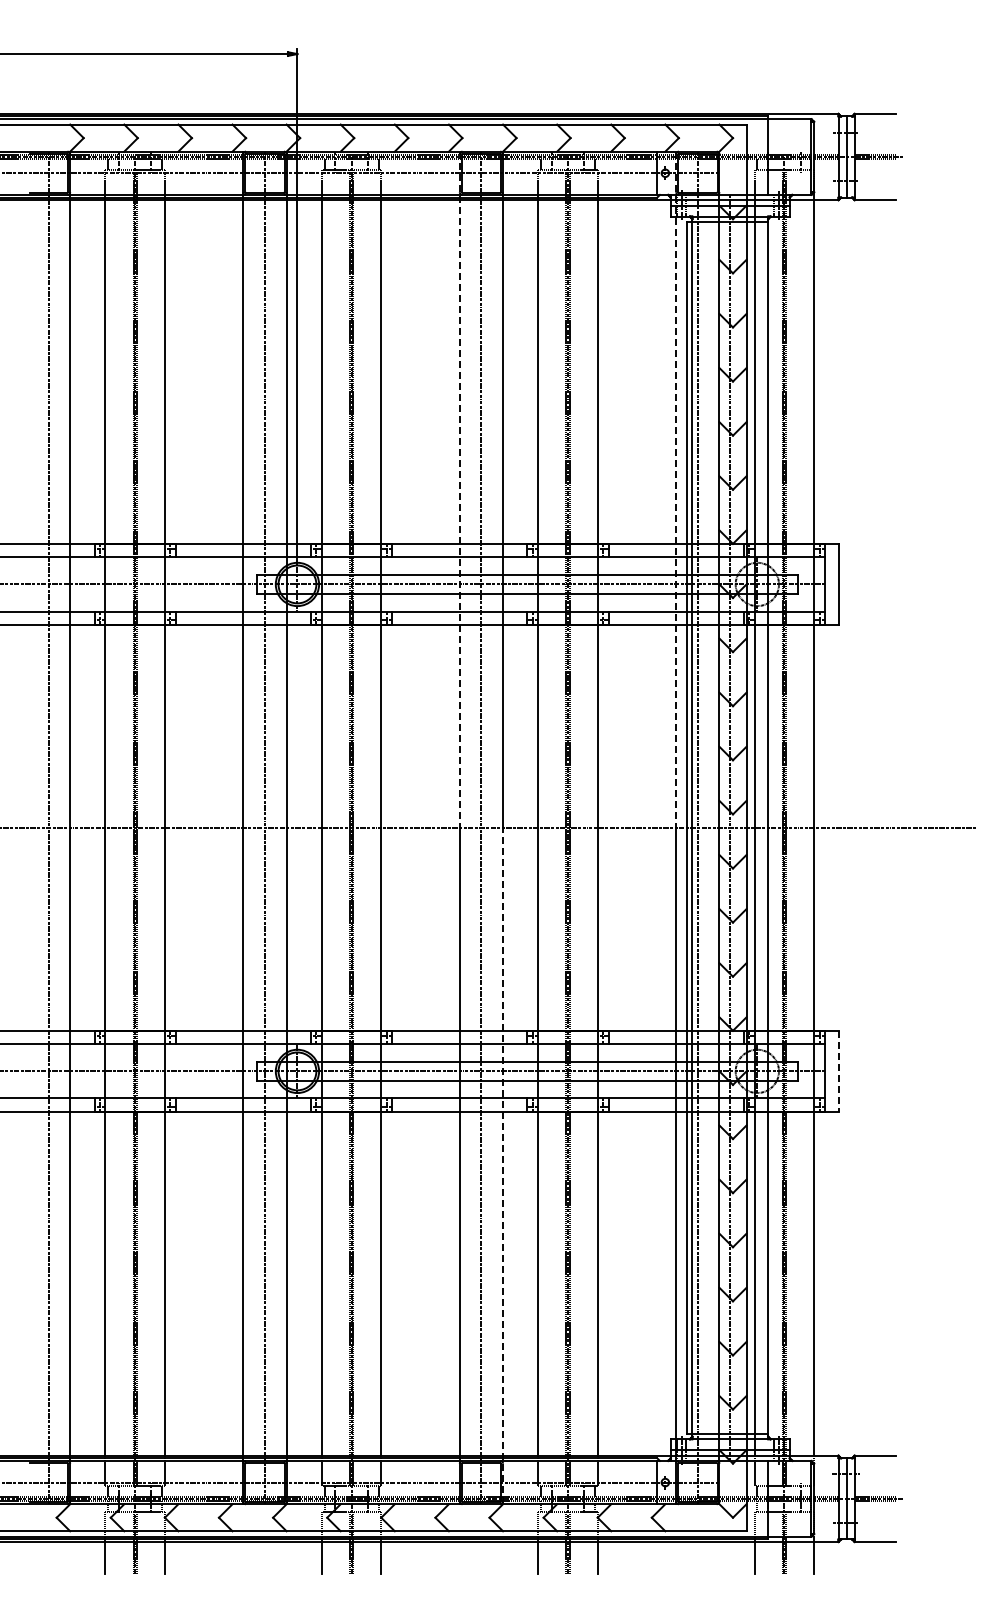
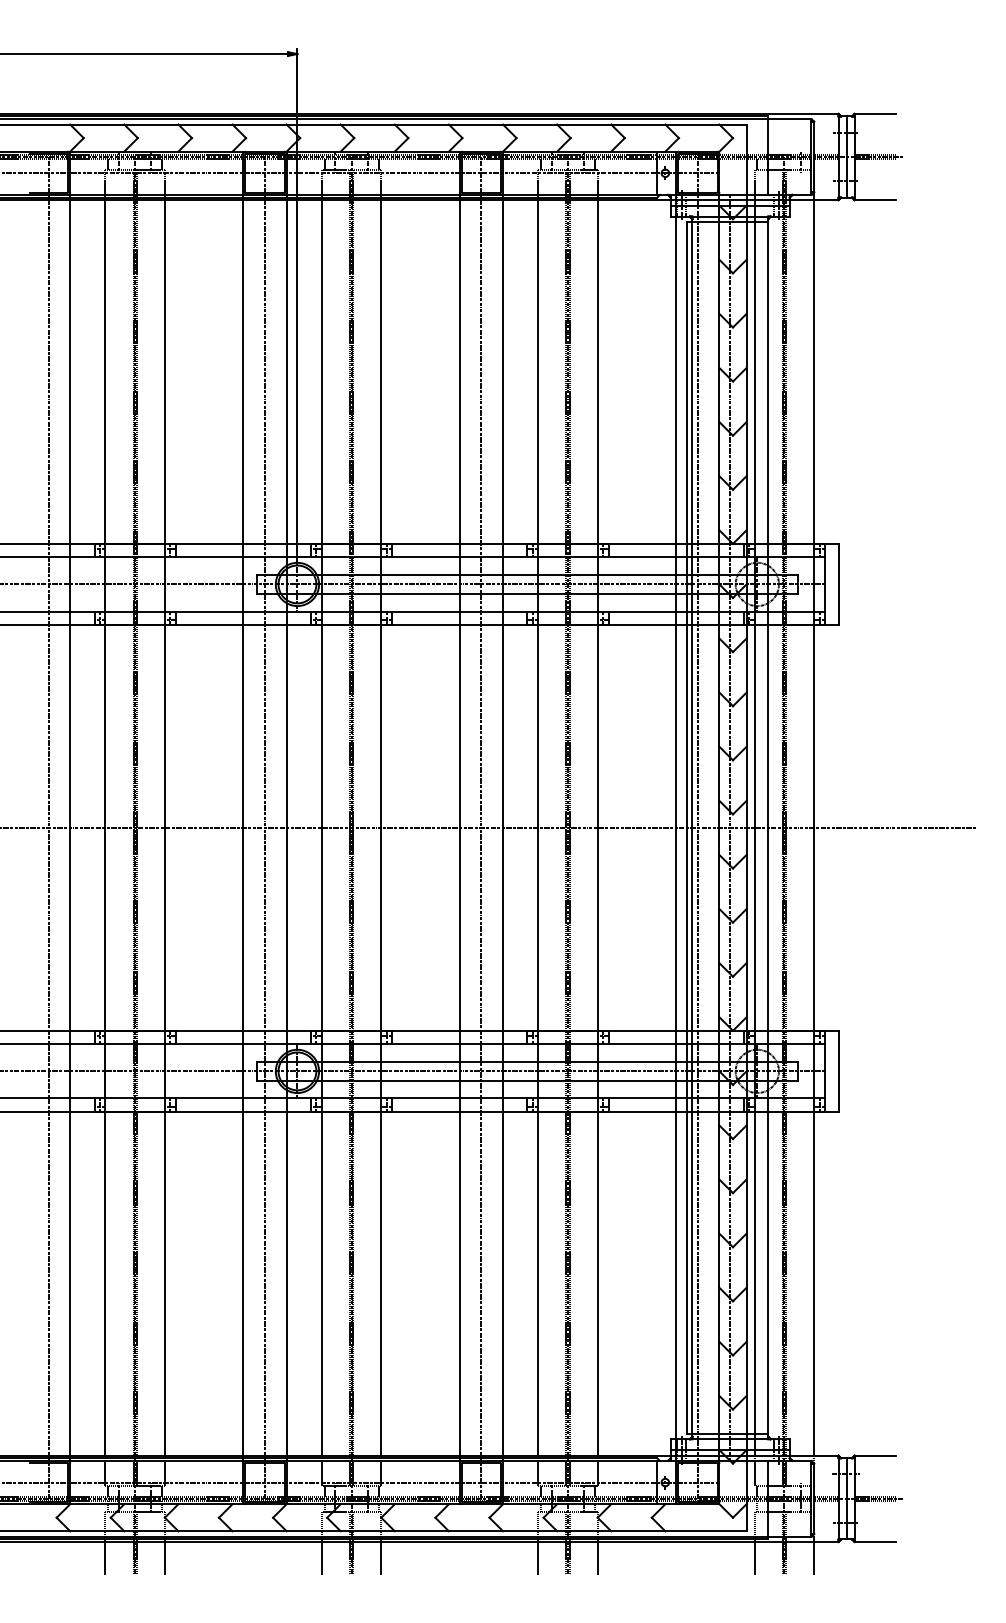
line at (459, 490): dashed -> solid
line at (676, 490): dashed -> solid
line at (838, 1071): dashed -> solid
line at (503, 1165): dashed -> solid
